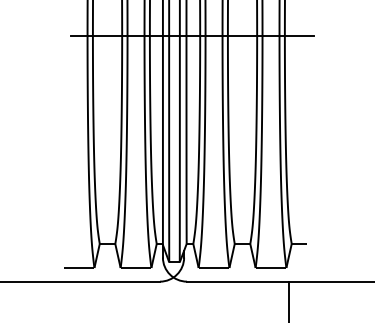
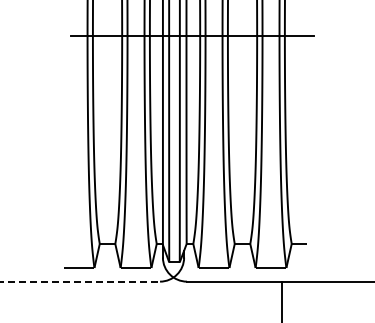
line at (80, 281): solid -> dashed
line at (289, 300) position: (289, 300) -> (282, 300)
